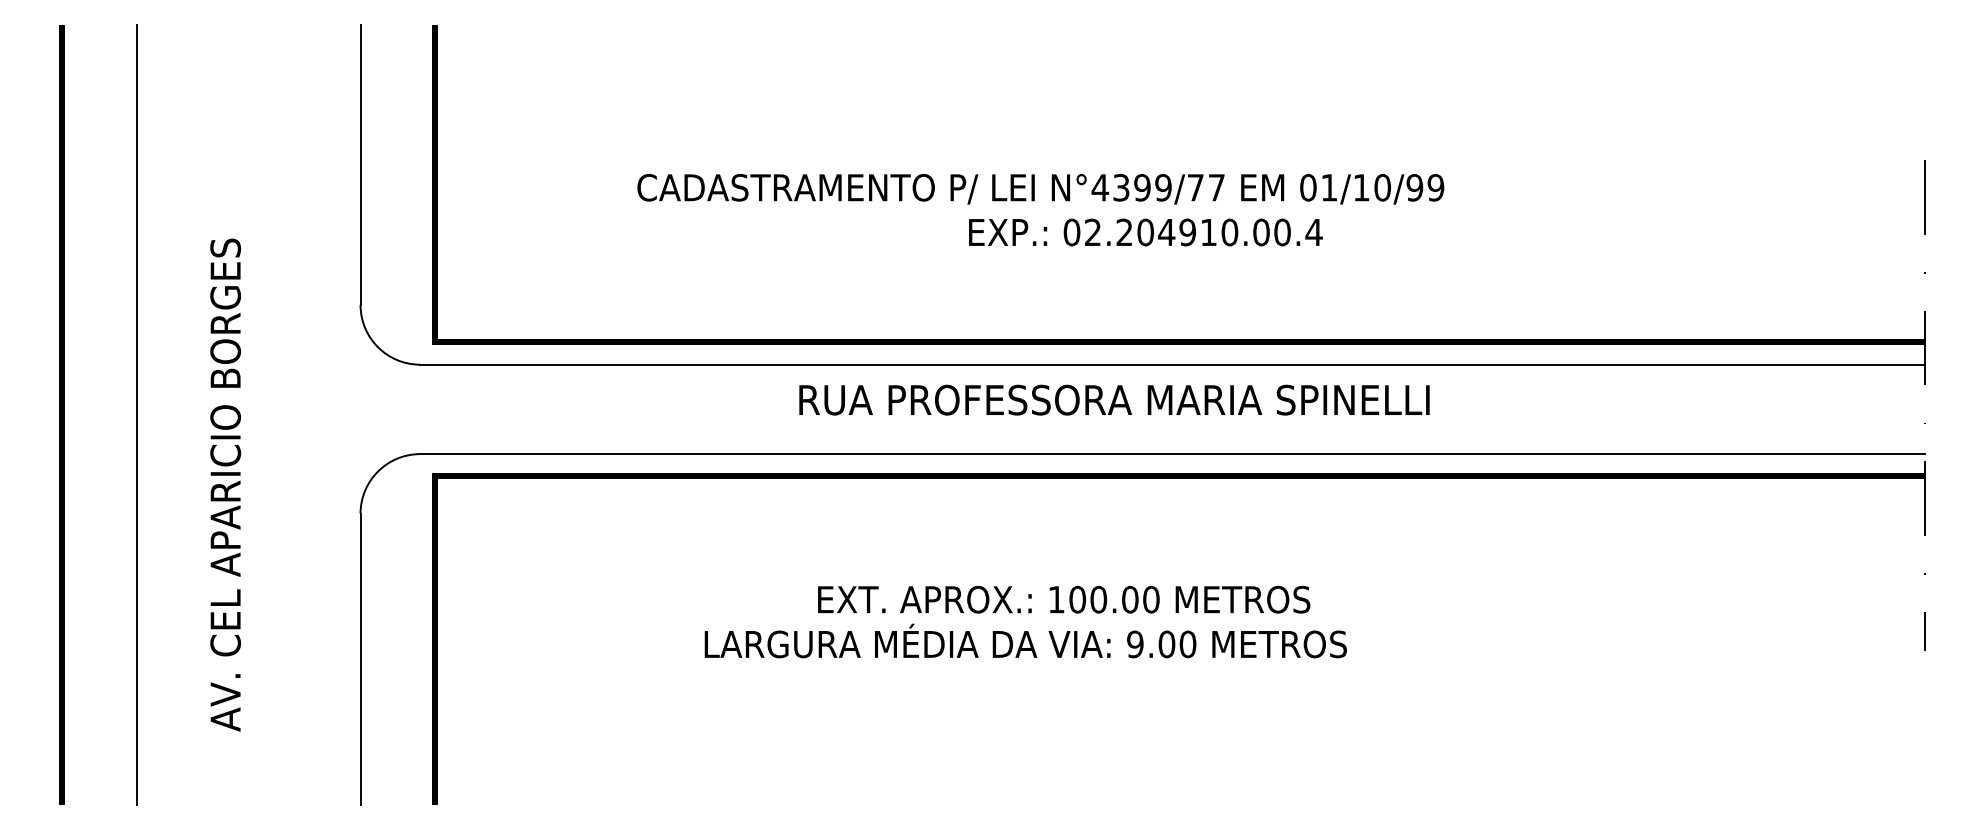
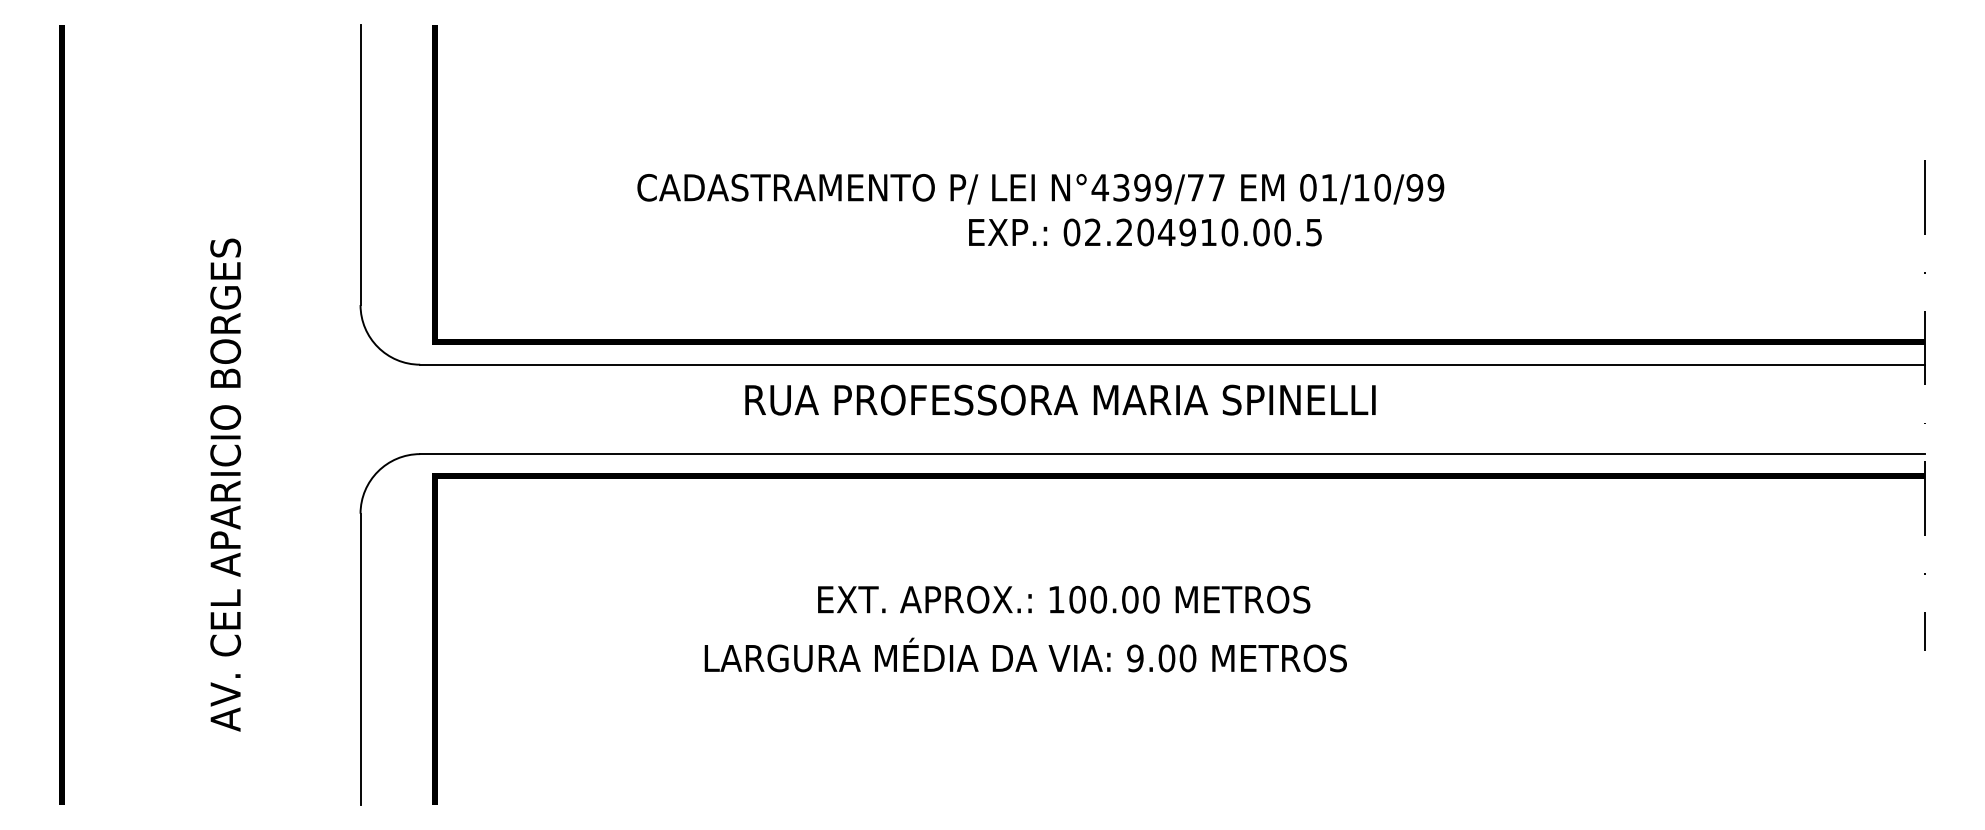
text at (1313, 232): 02.204910.00.4 -> 02.204910.00.5
text at (1114, 399) position: (1114, 399) -> (1060, 399)
line at (136, 414): present -> none
text at (1025, 640) position: (1025, 640) -> (1025, 654)
